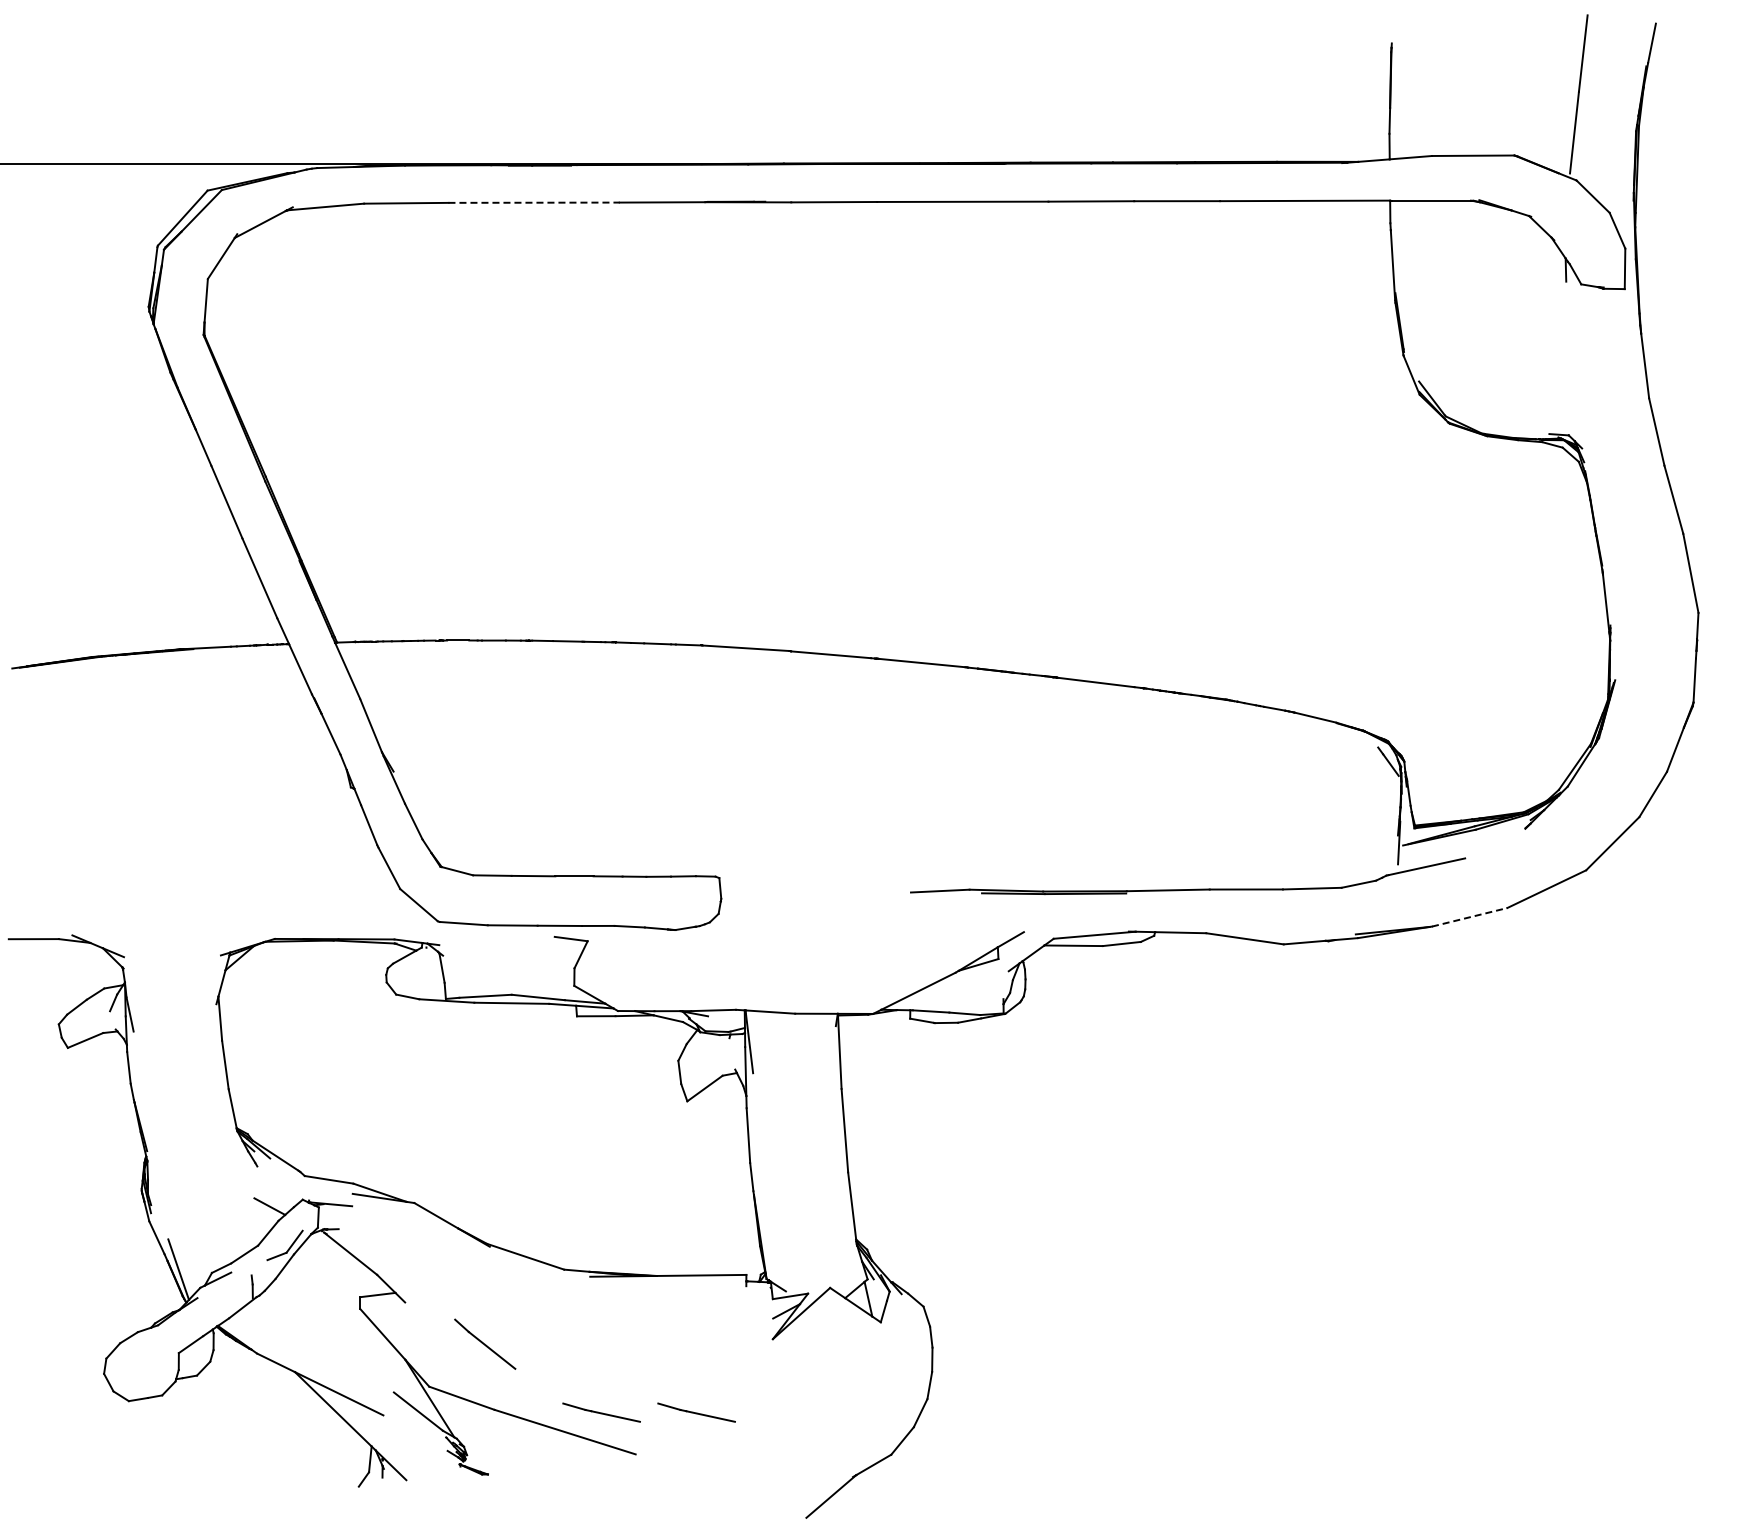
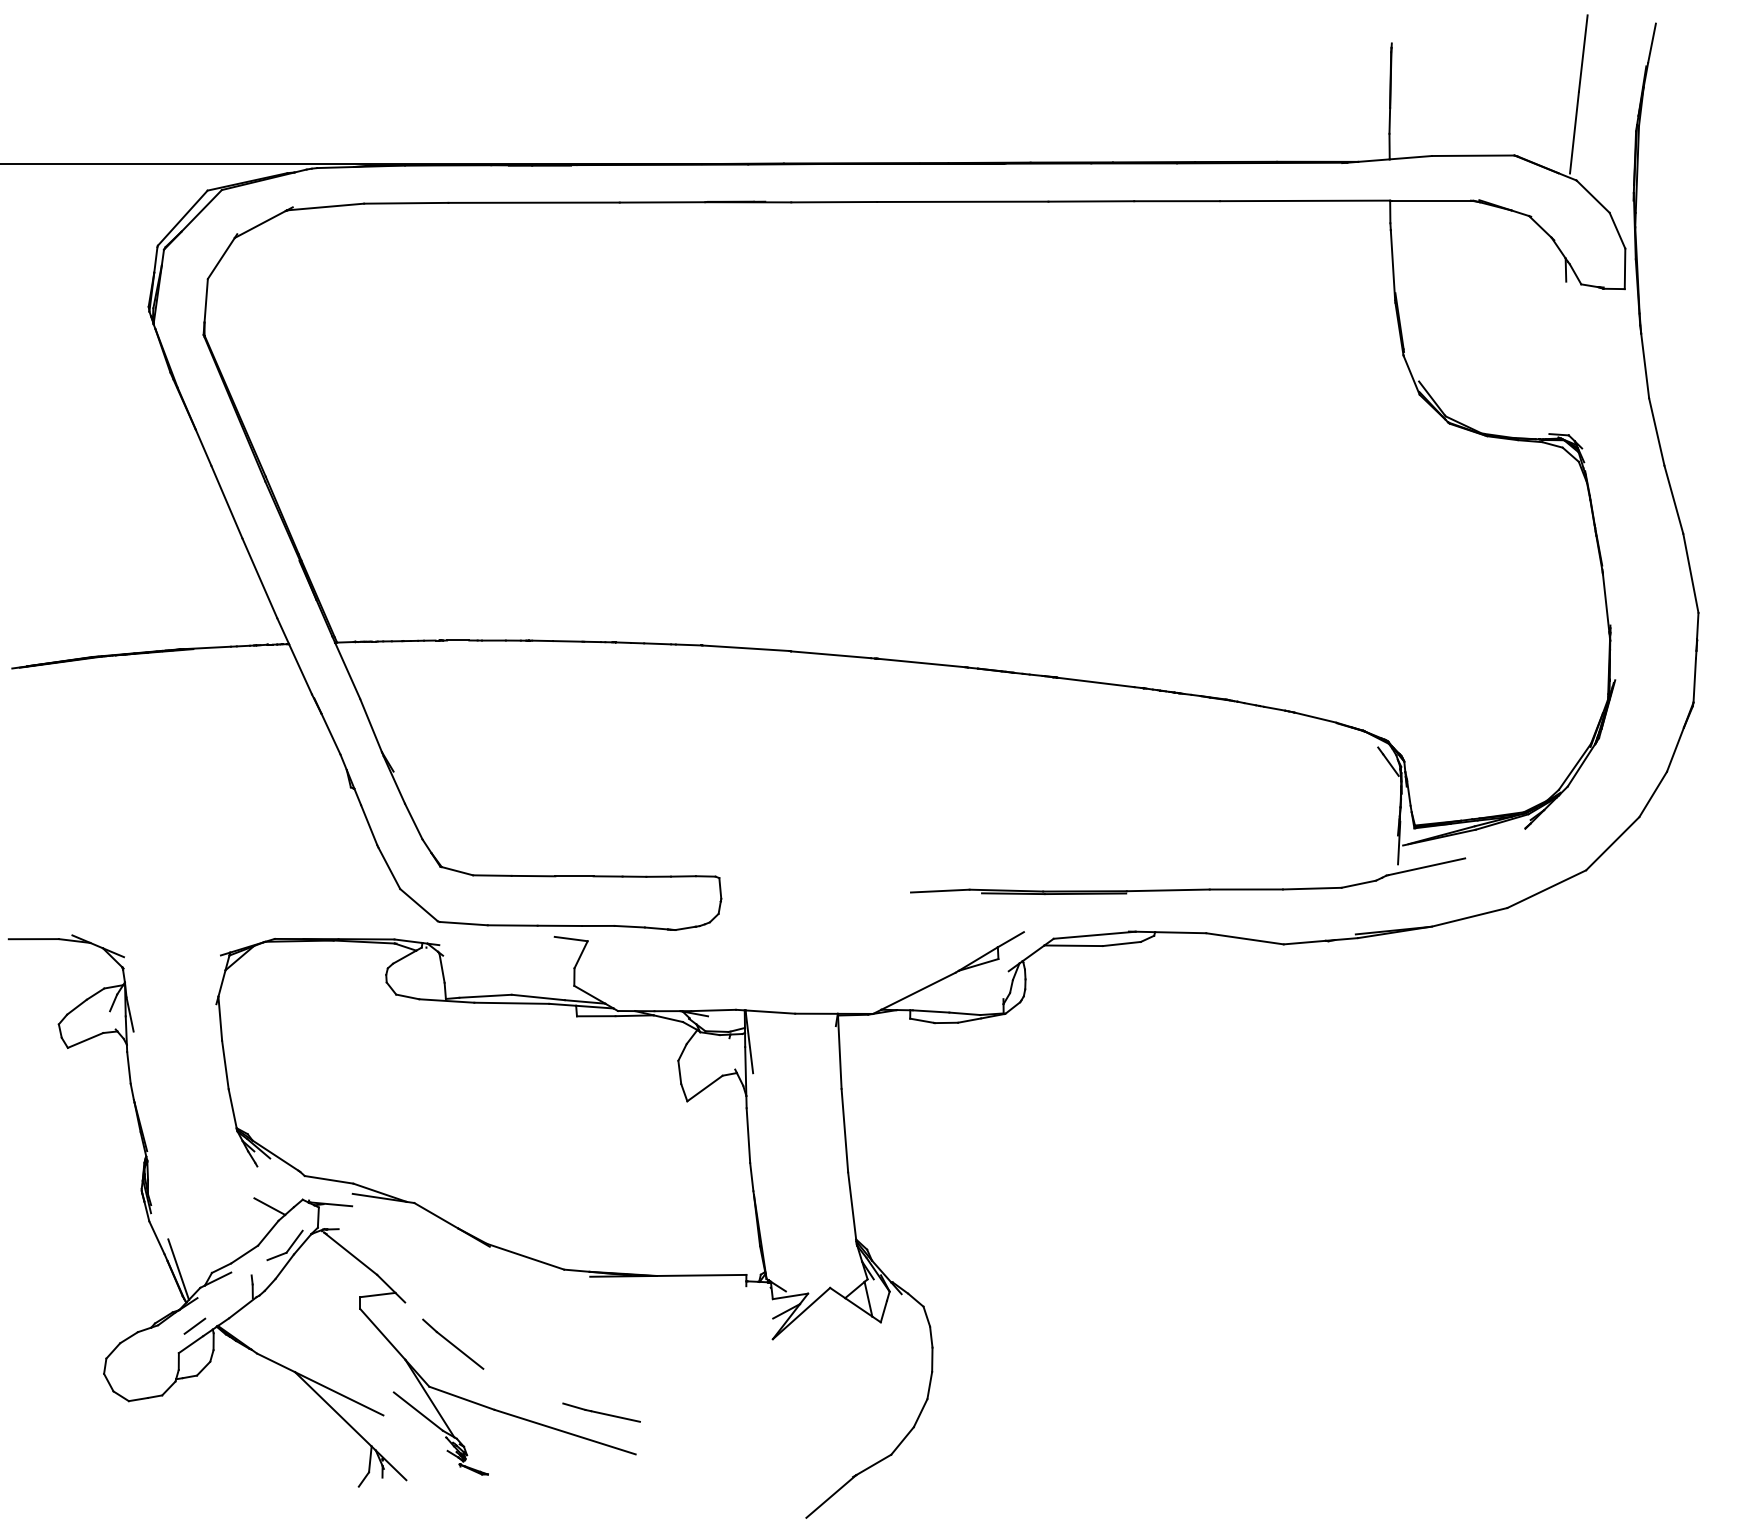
line at (534, 202): dashed -> solid
line at (1469, 917): dashed -> solid
line at (194, 1325): none -> present
part at (485, 1343) position: (485, 1343) -> (453, 1343)
part at (696, 1412): present -> none
